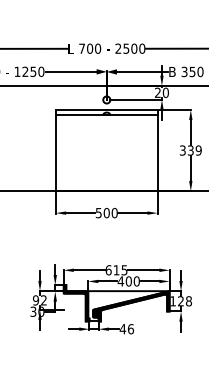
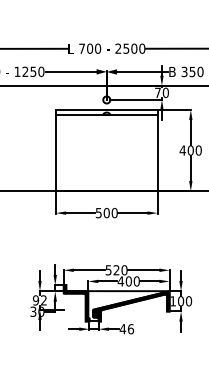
text at (157, 92): 20 -> 70
text at (190, 150): 339 -> 400
text at (116, 270): 615 -> 520
text at (185, 301): 128 -> 100
